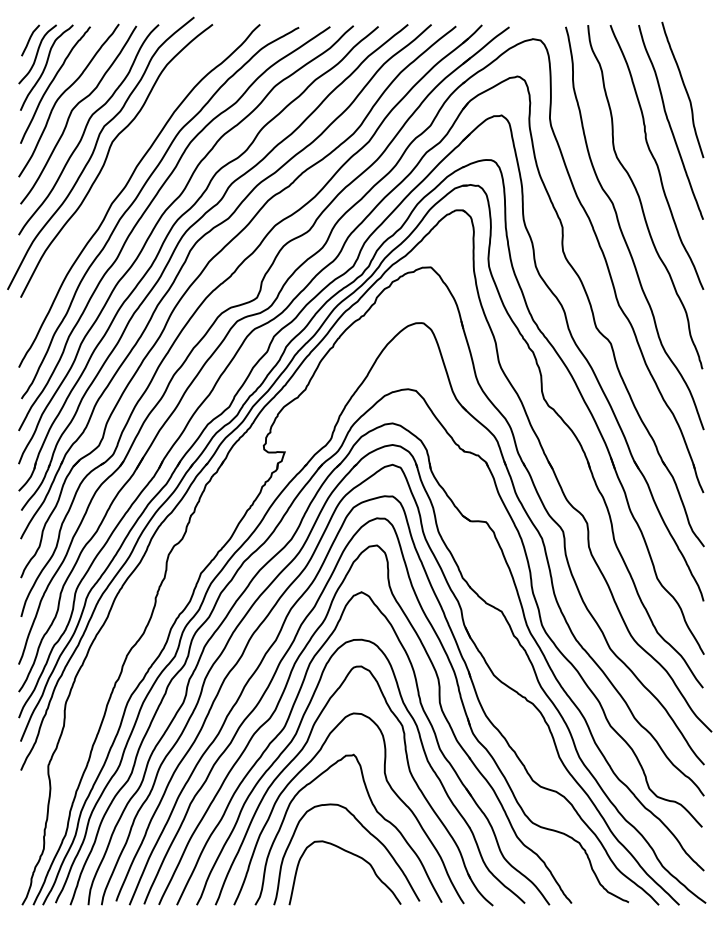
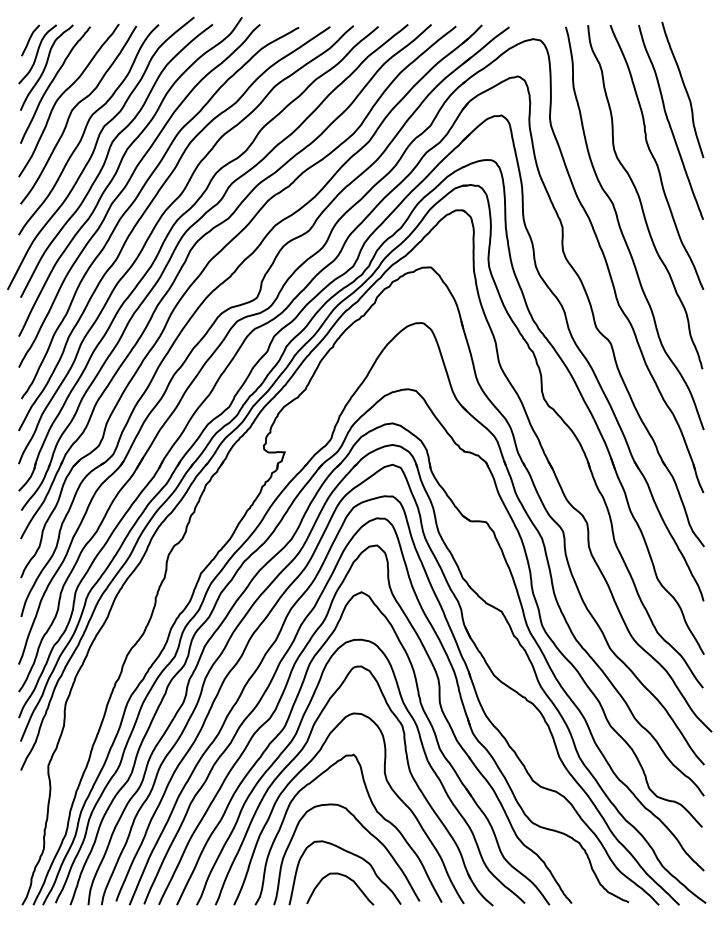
curve at (118, 170): none -> present
curve at (347, 878): none -> present
